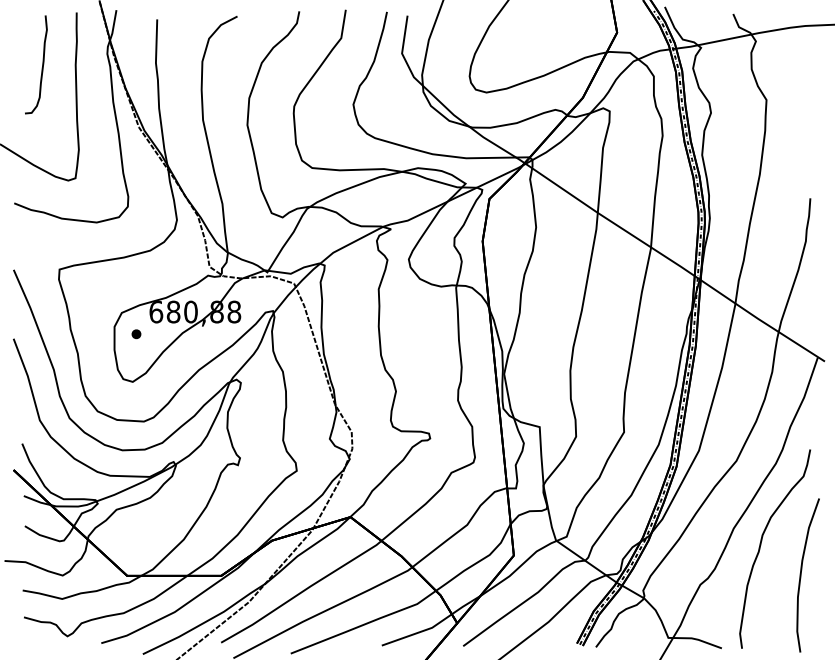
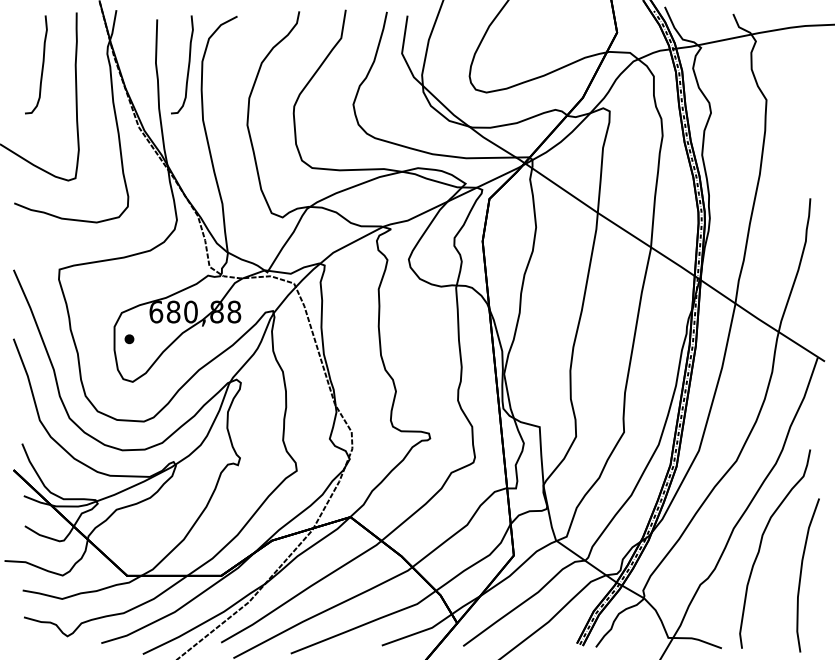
curve at (187, 67): none -> present
part at (136, 334) position: (136, 334) -> (129, 339)
